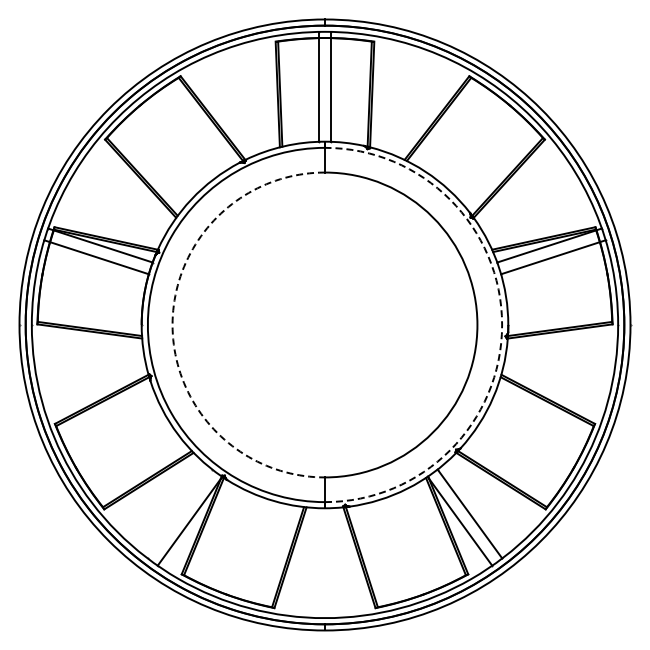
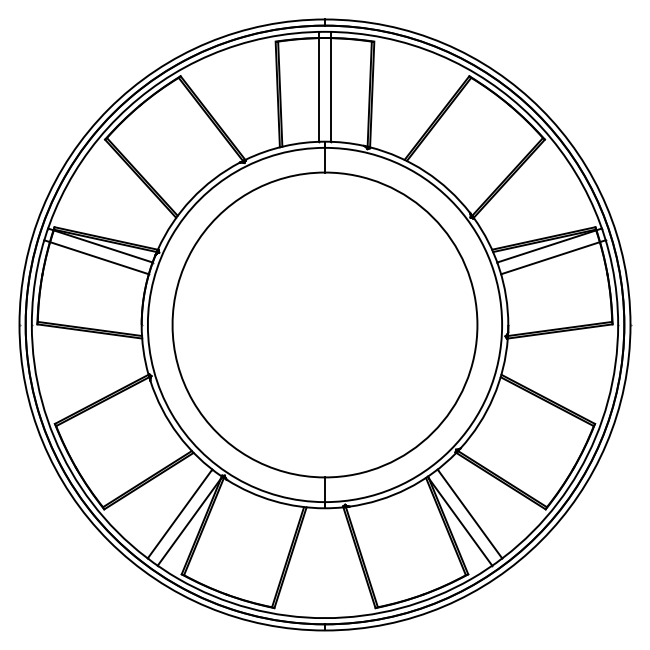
arc at (172, 325): dashed -> solid
arc at (502, 325): dashed -> solid
line at (179, 513): none -> present
